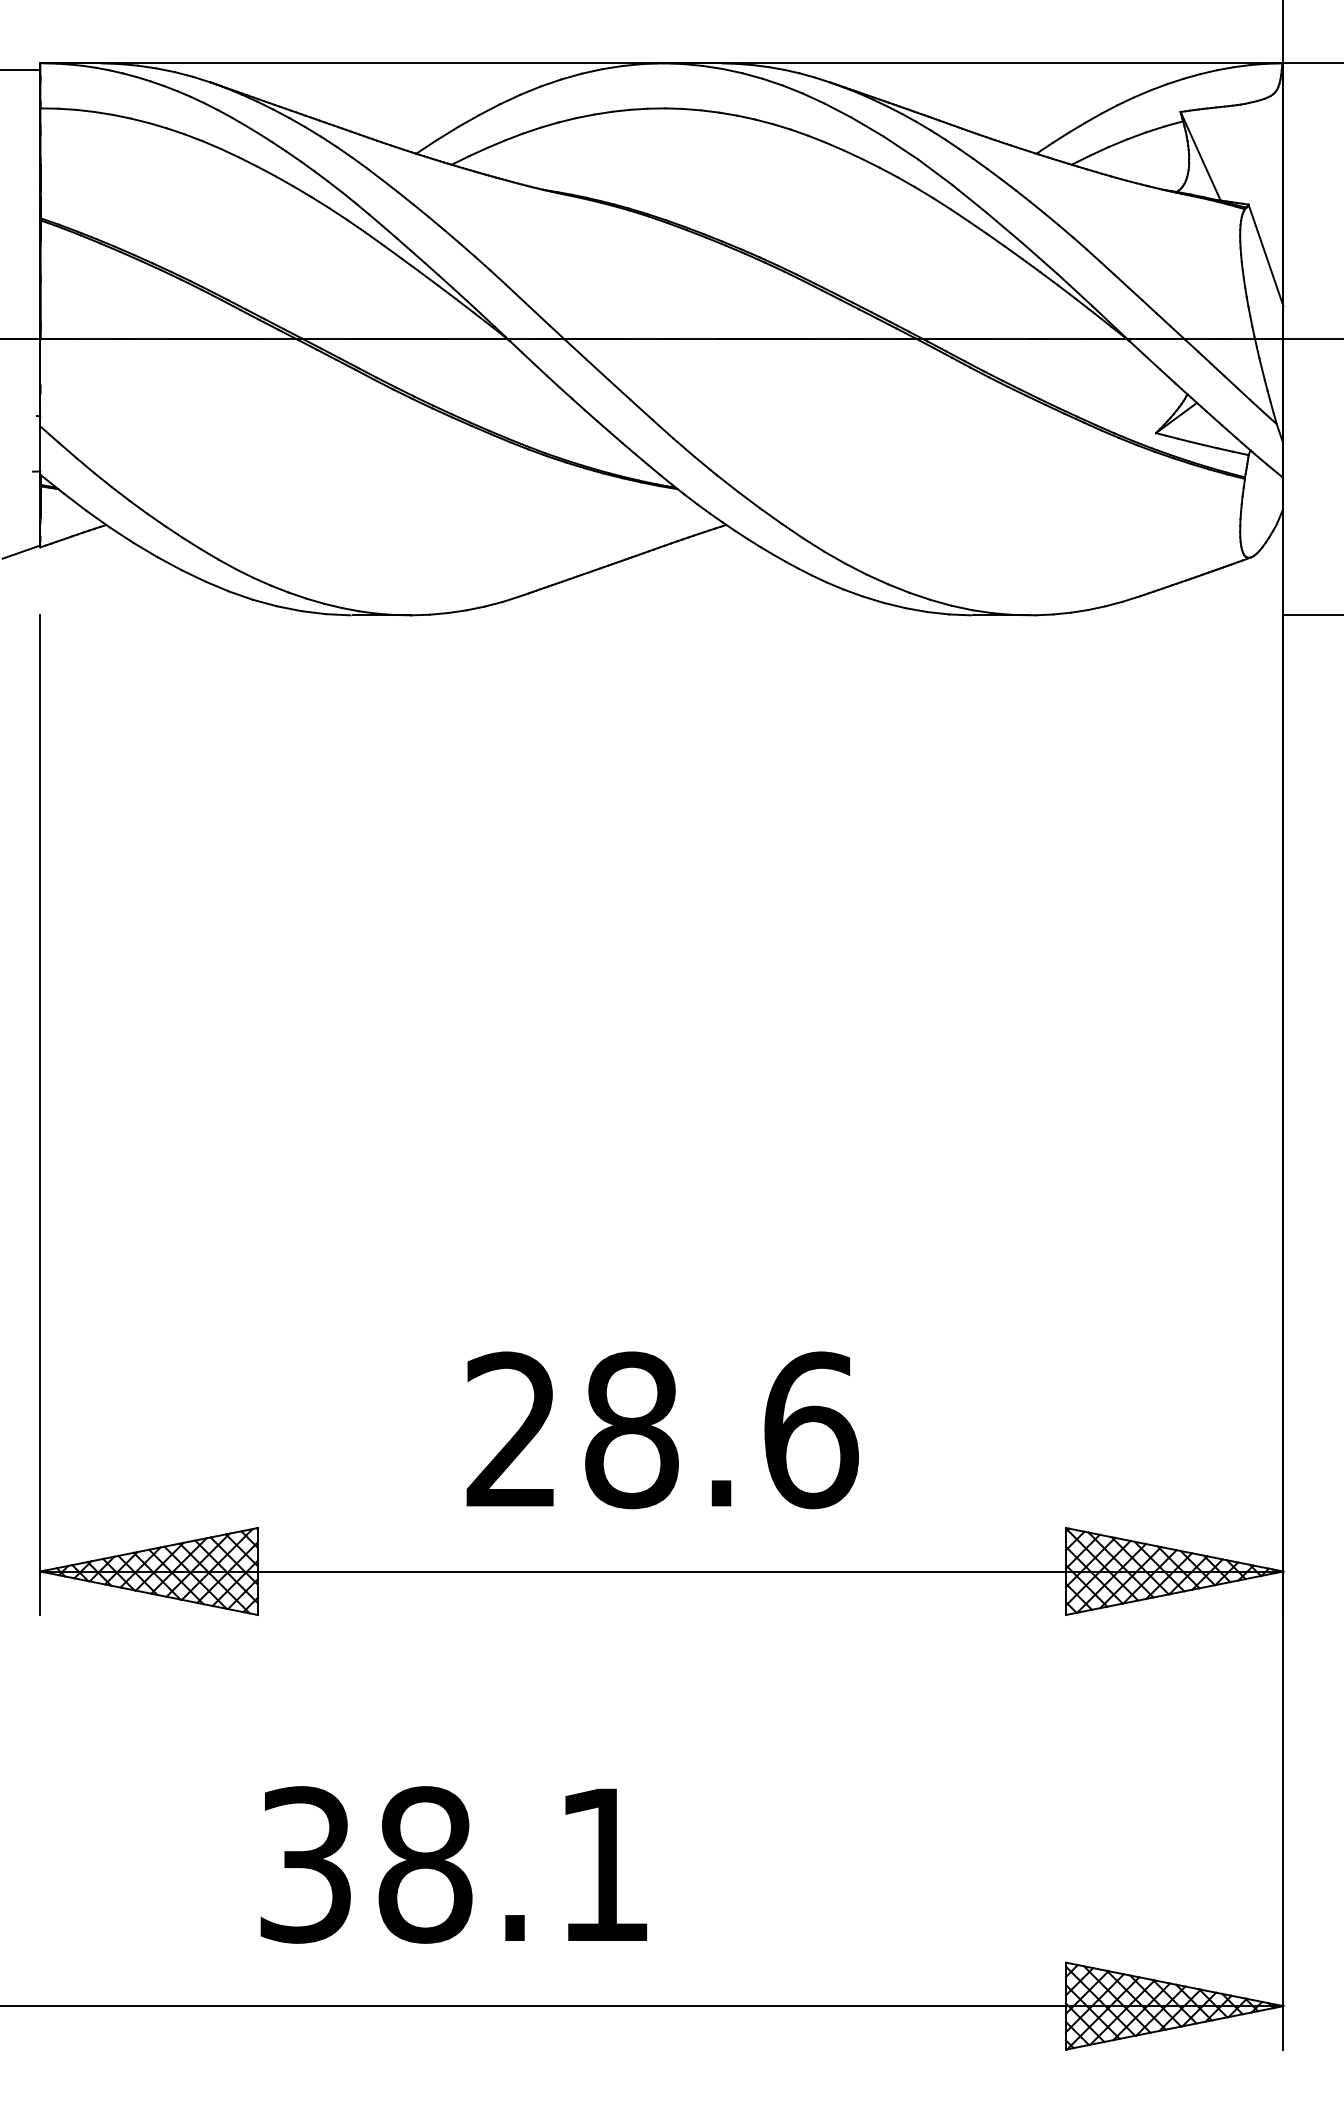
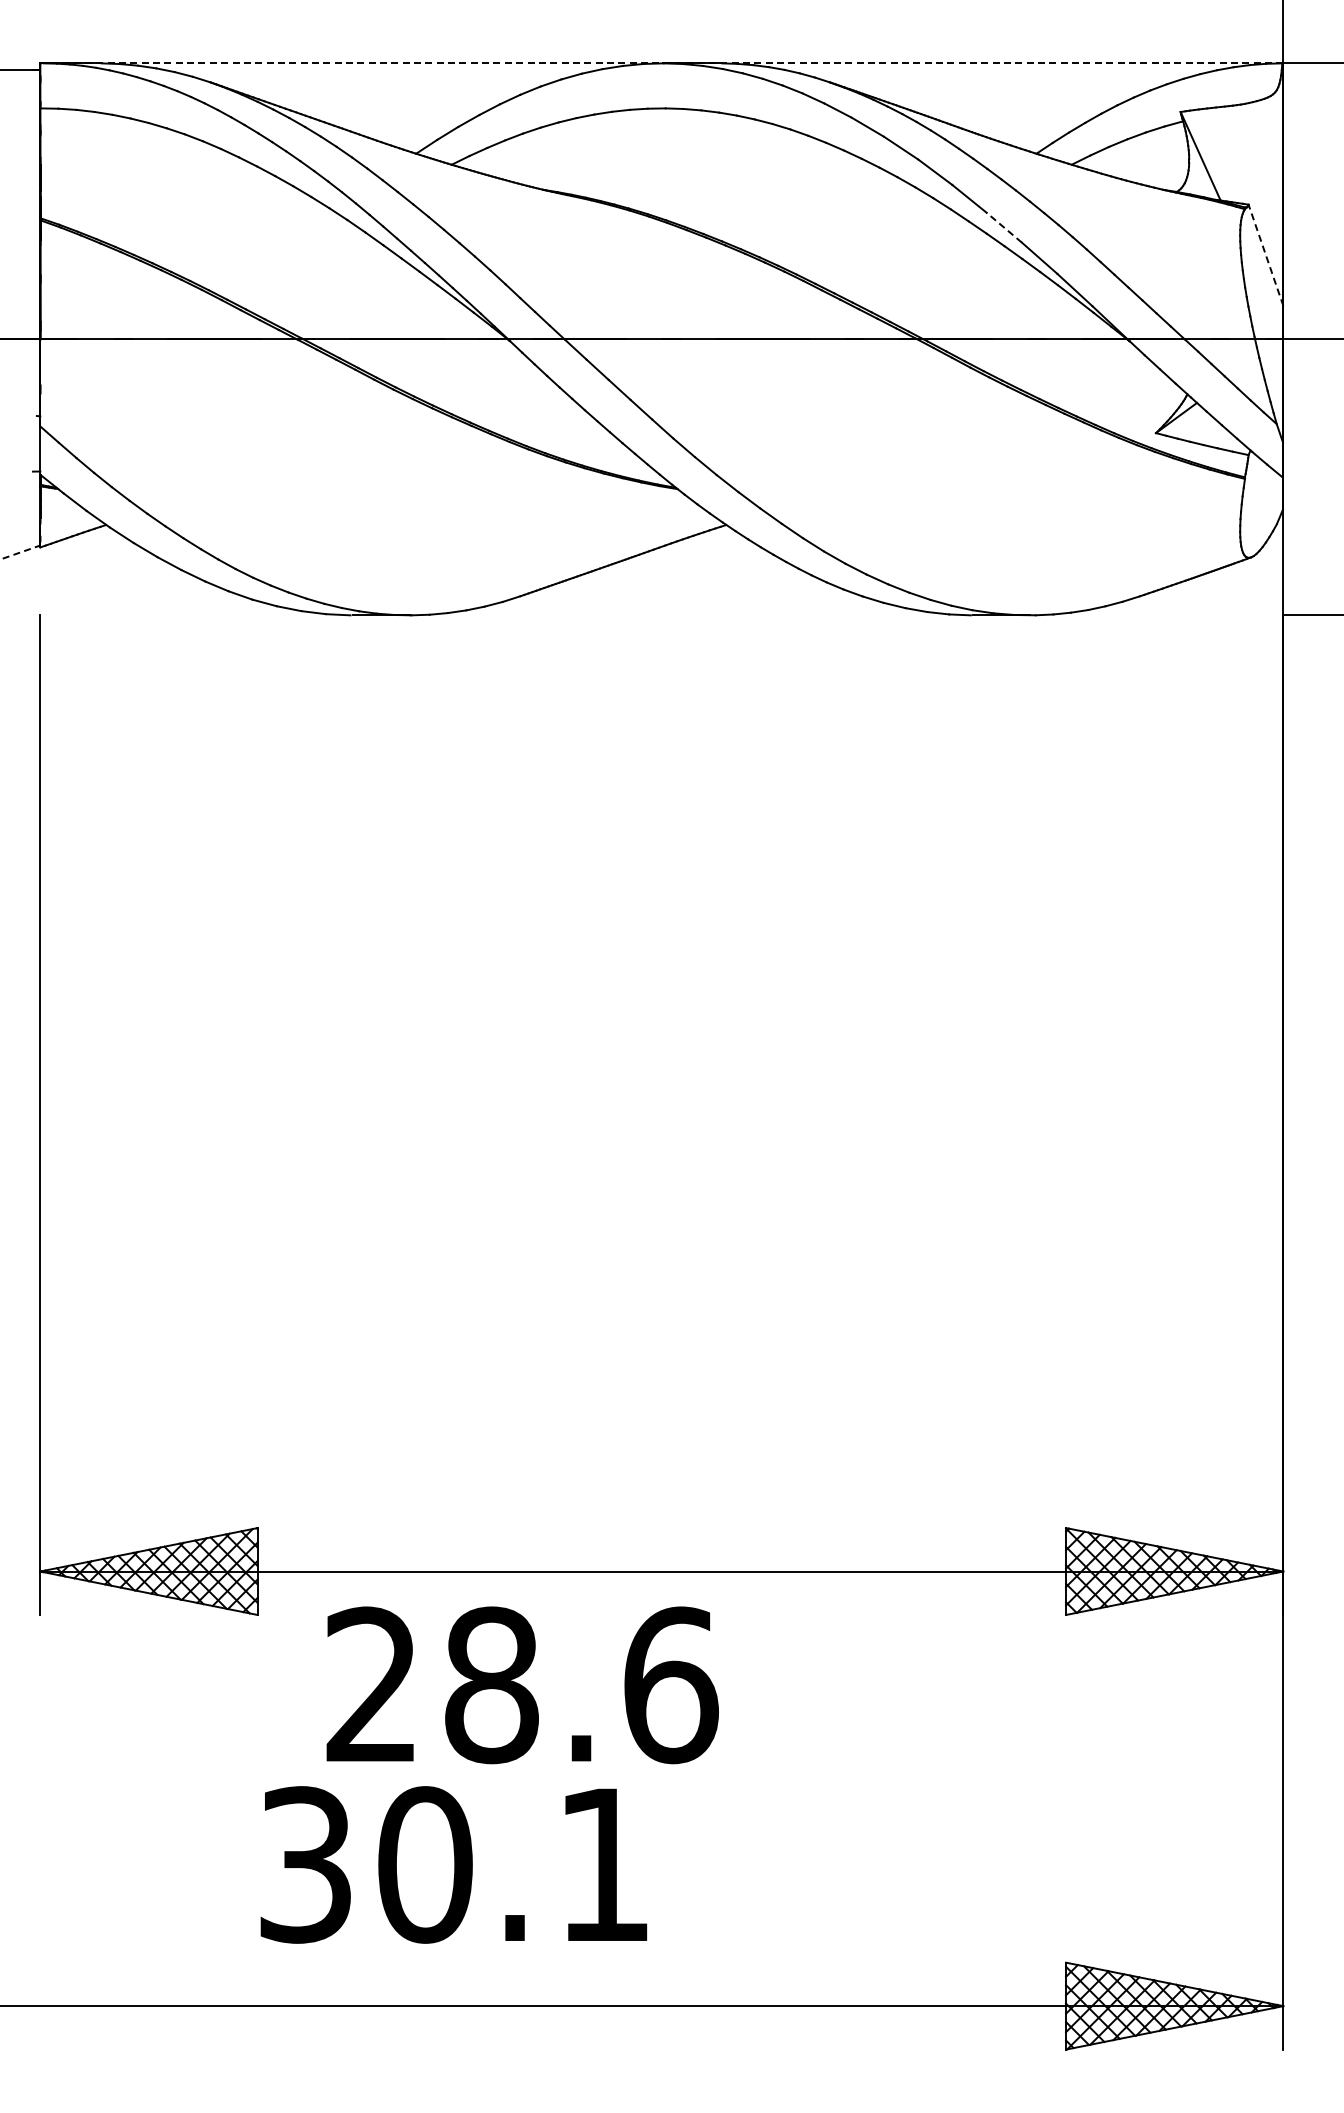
line at (661, 63): solid -> dashed
line at (1003, 227): solid -> dashed
line at (1265, 255): solid -> dashed
line at (21, 552): solid -> dashed
text at (662, 1430) position: (662, 1430) -> (522, 1685)
text at (425, 1864): 38.1 -> 30.1
